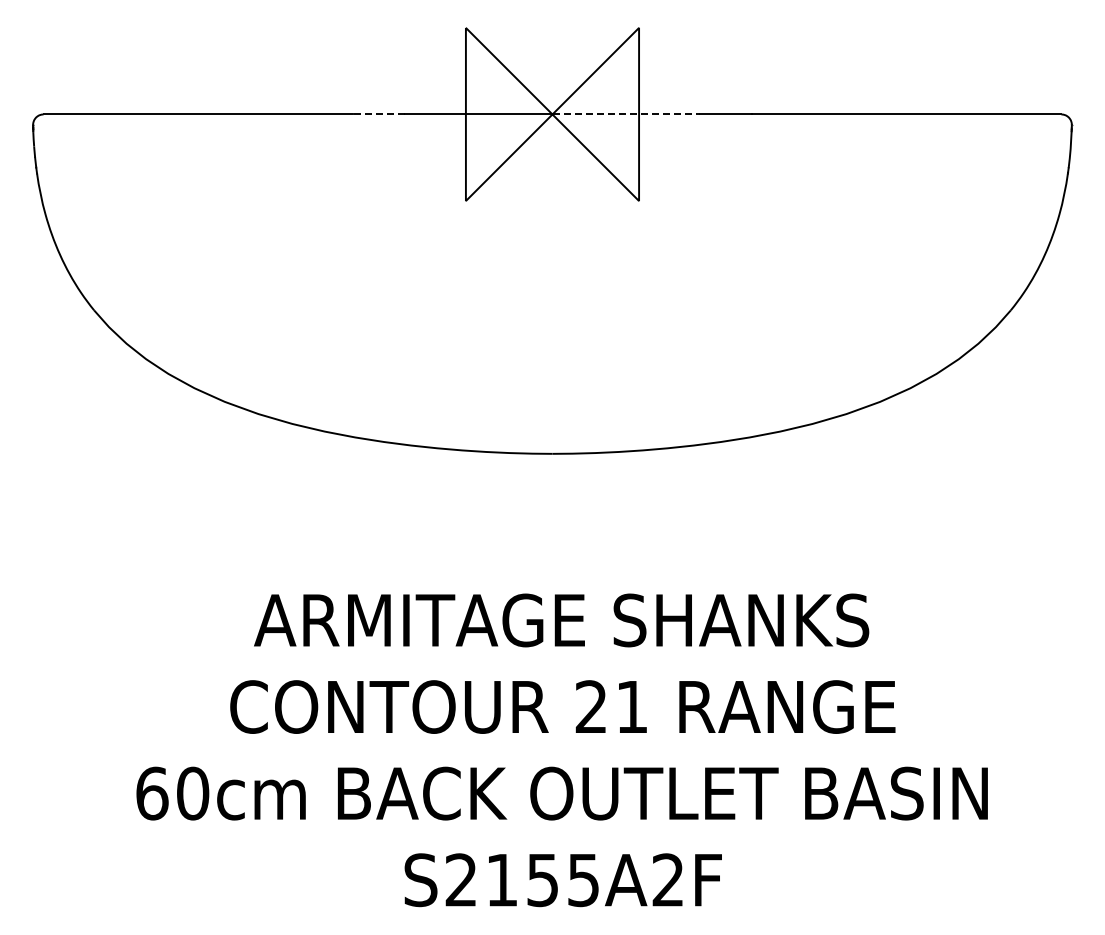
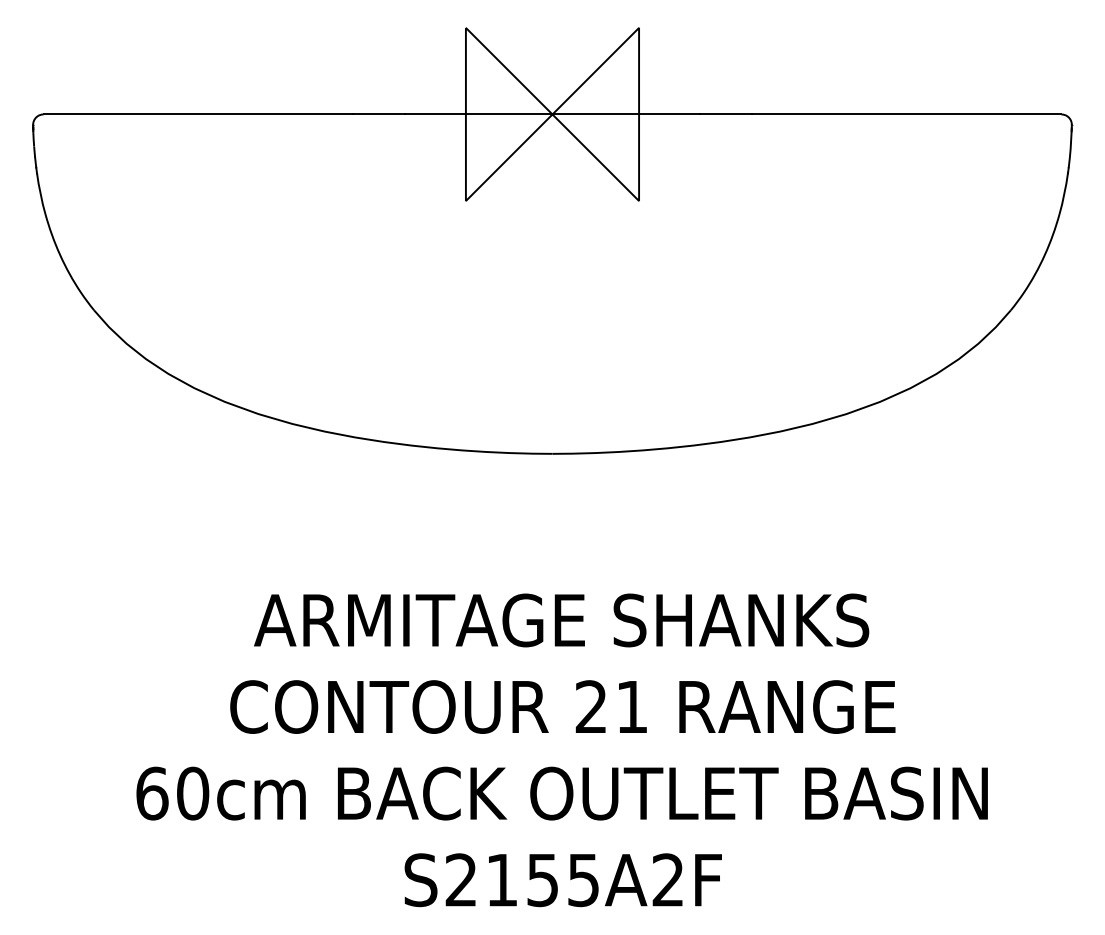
line at (379, 114): dashed -> solid
line at (626, 114): dashed -> solid
